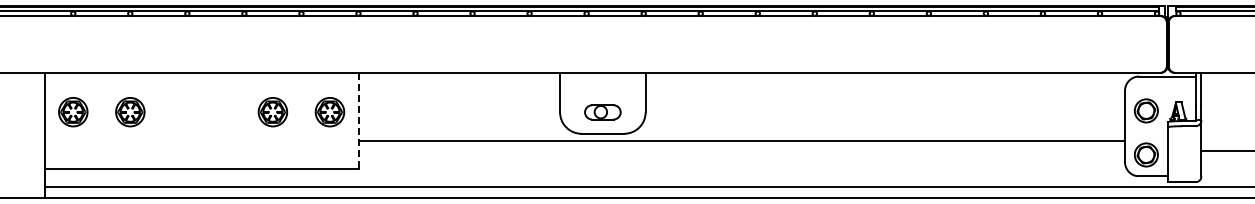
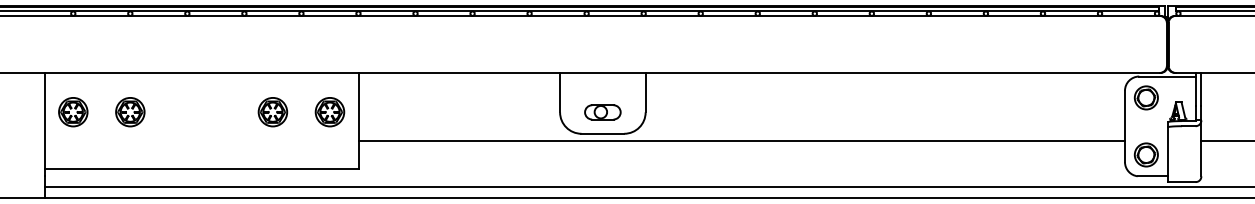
part at (1145, 110) position: (1145, 110) -> (1145, 97)
line at (358, 121): dashed -> solid
line at (1226, 150) position: (1226, 150) -> (1226, 140)
